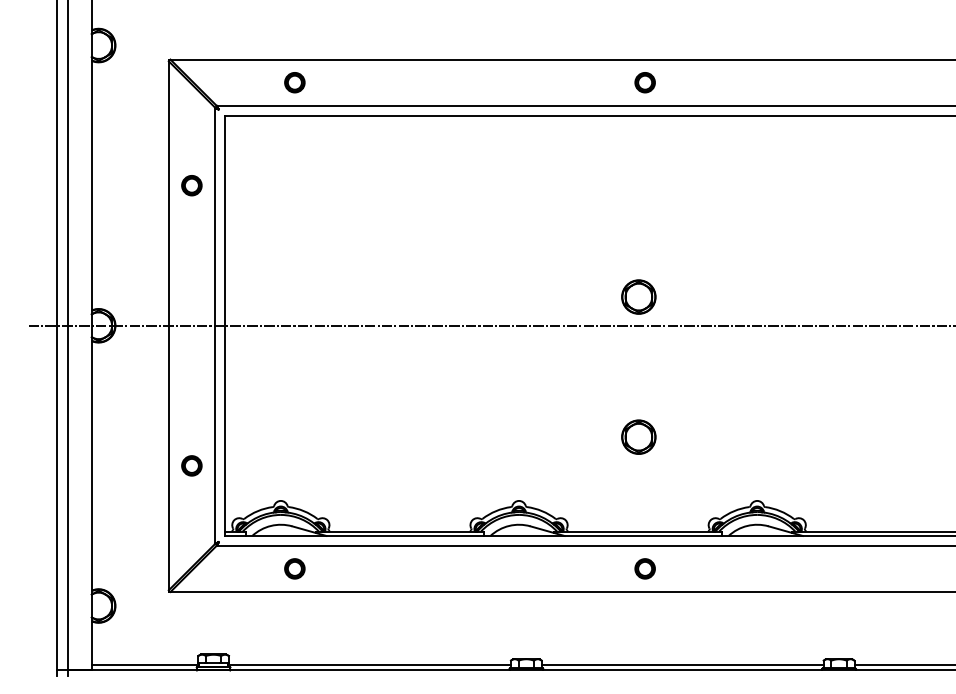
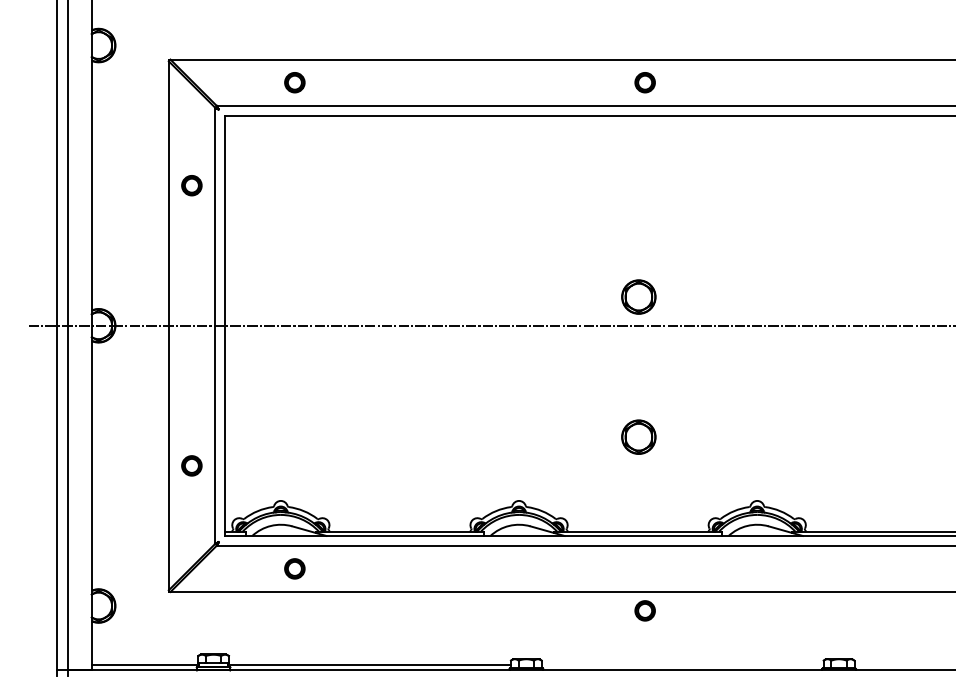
part at (644, 568) position: (644, 568) -> (644, 610)
line at (682, 664): present -> none
line at (903, 664): present -> none
